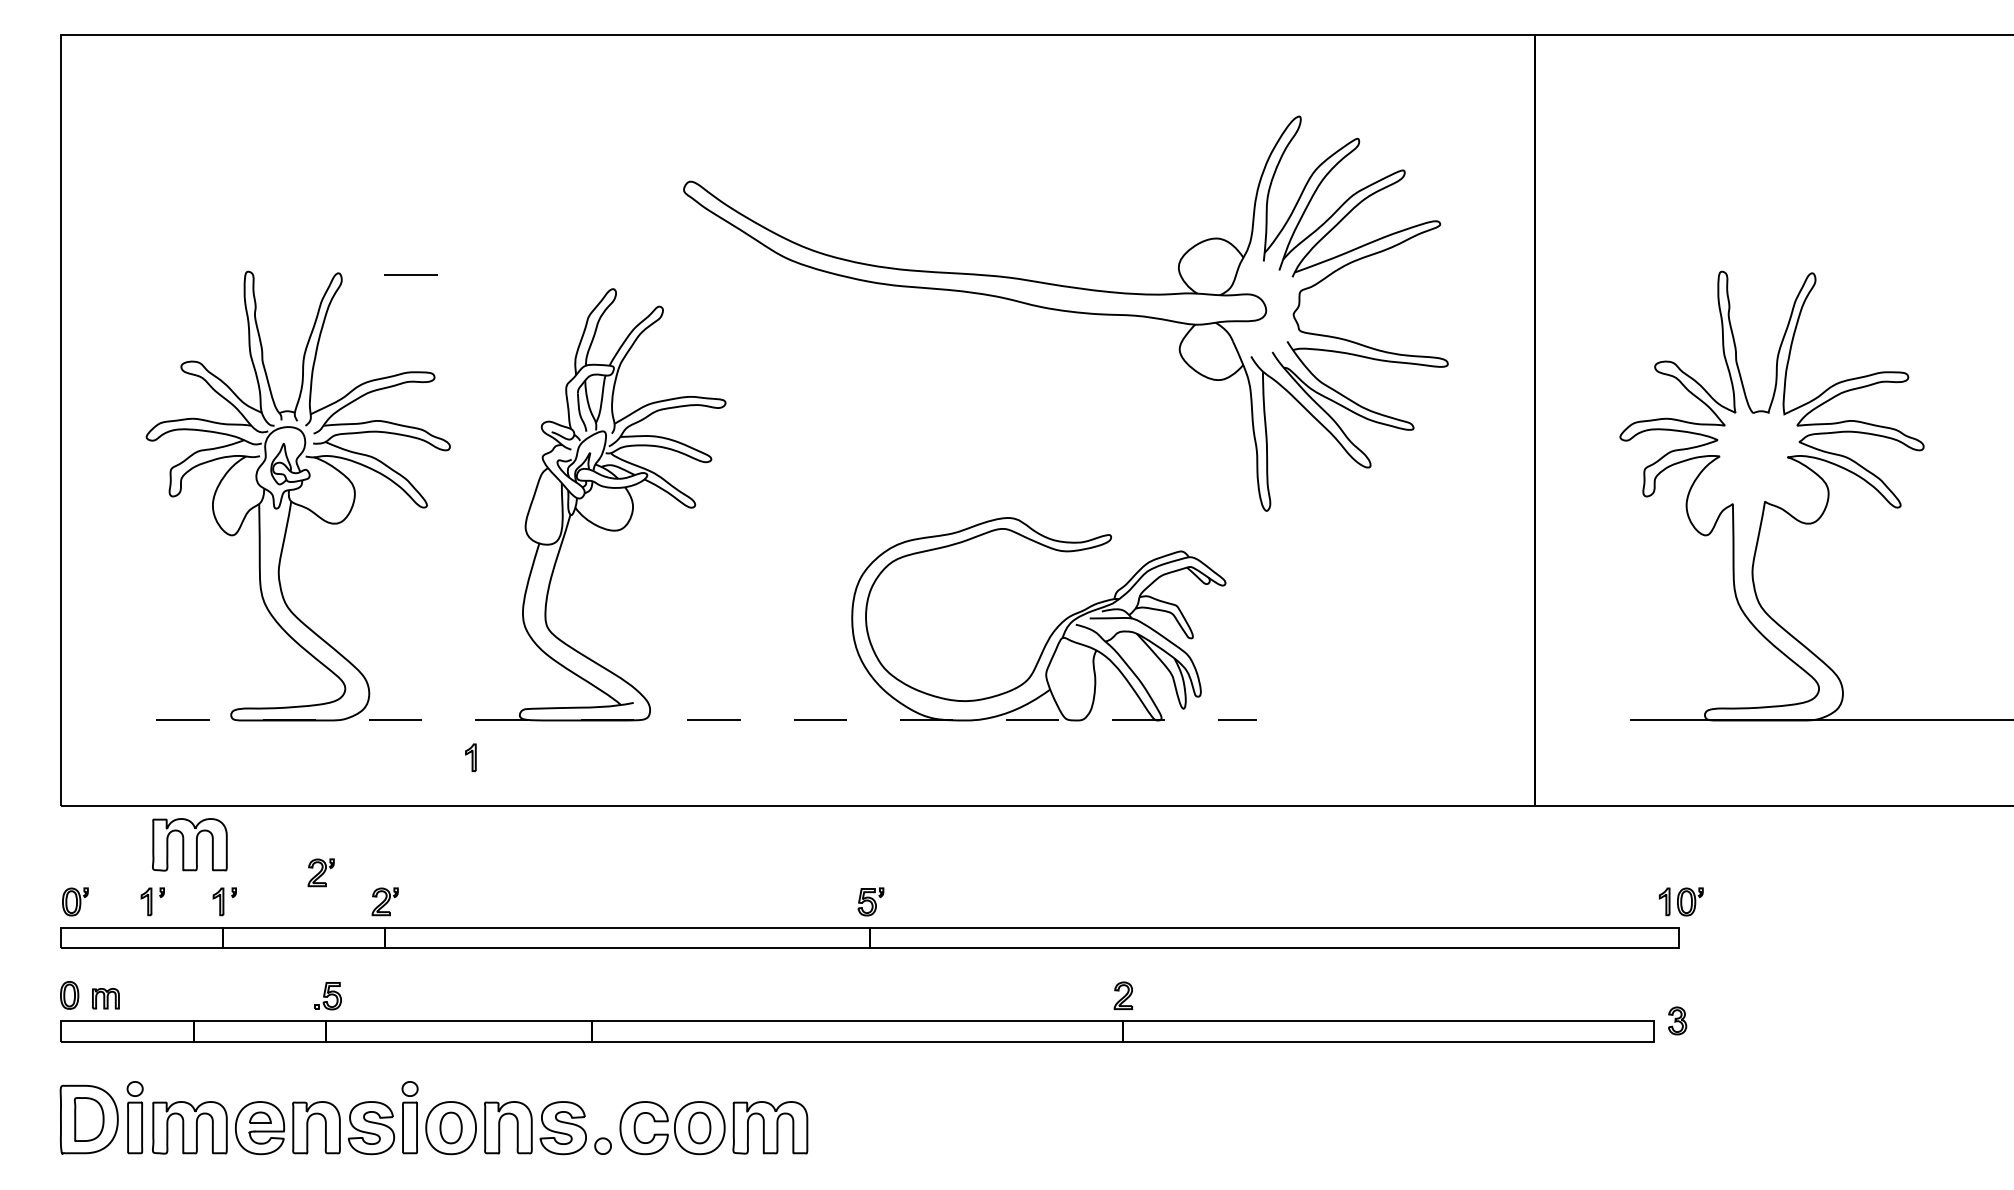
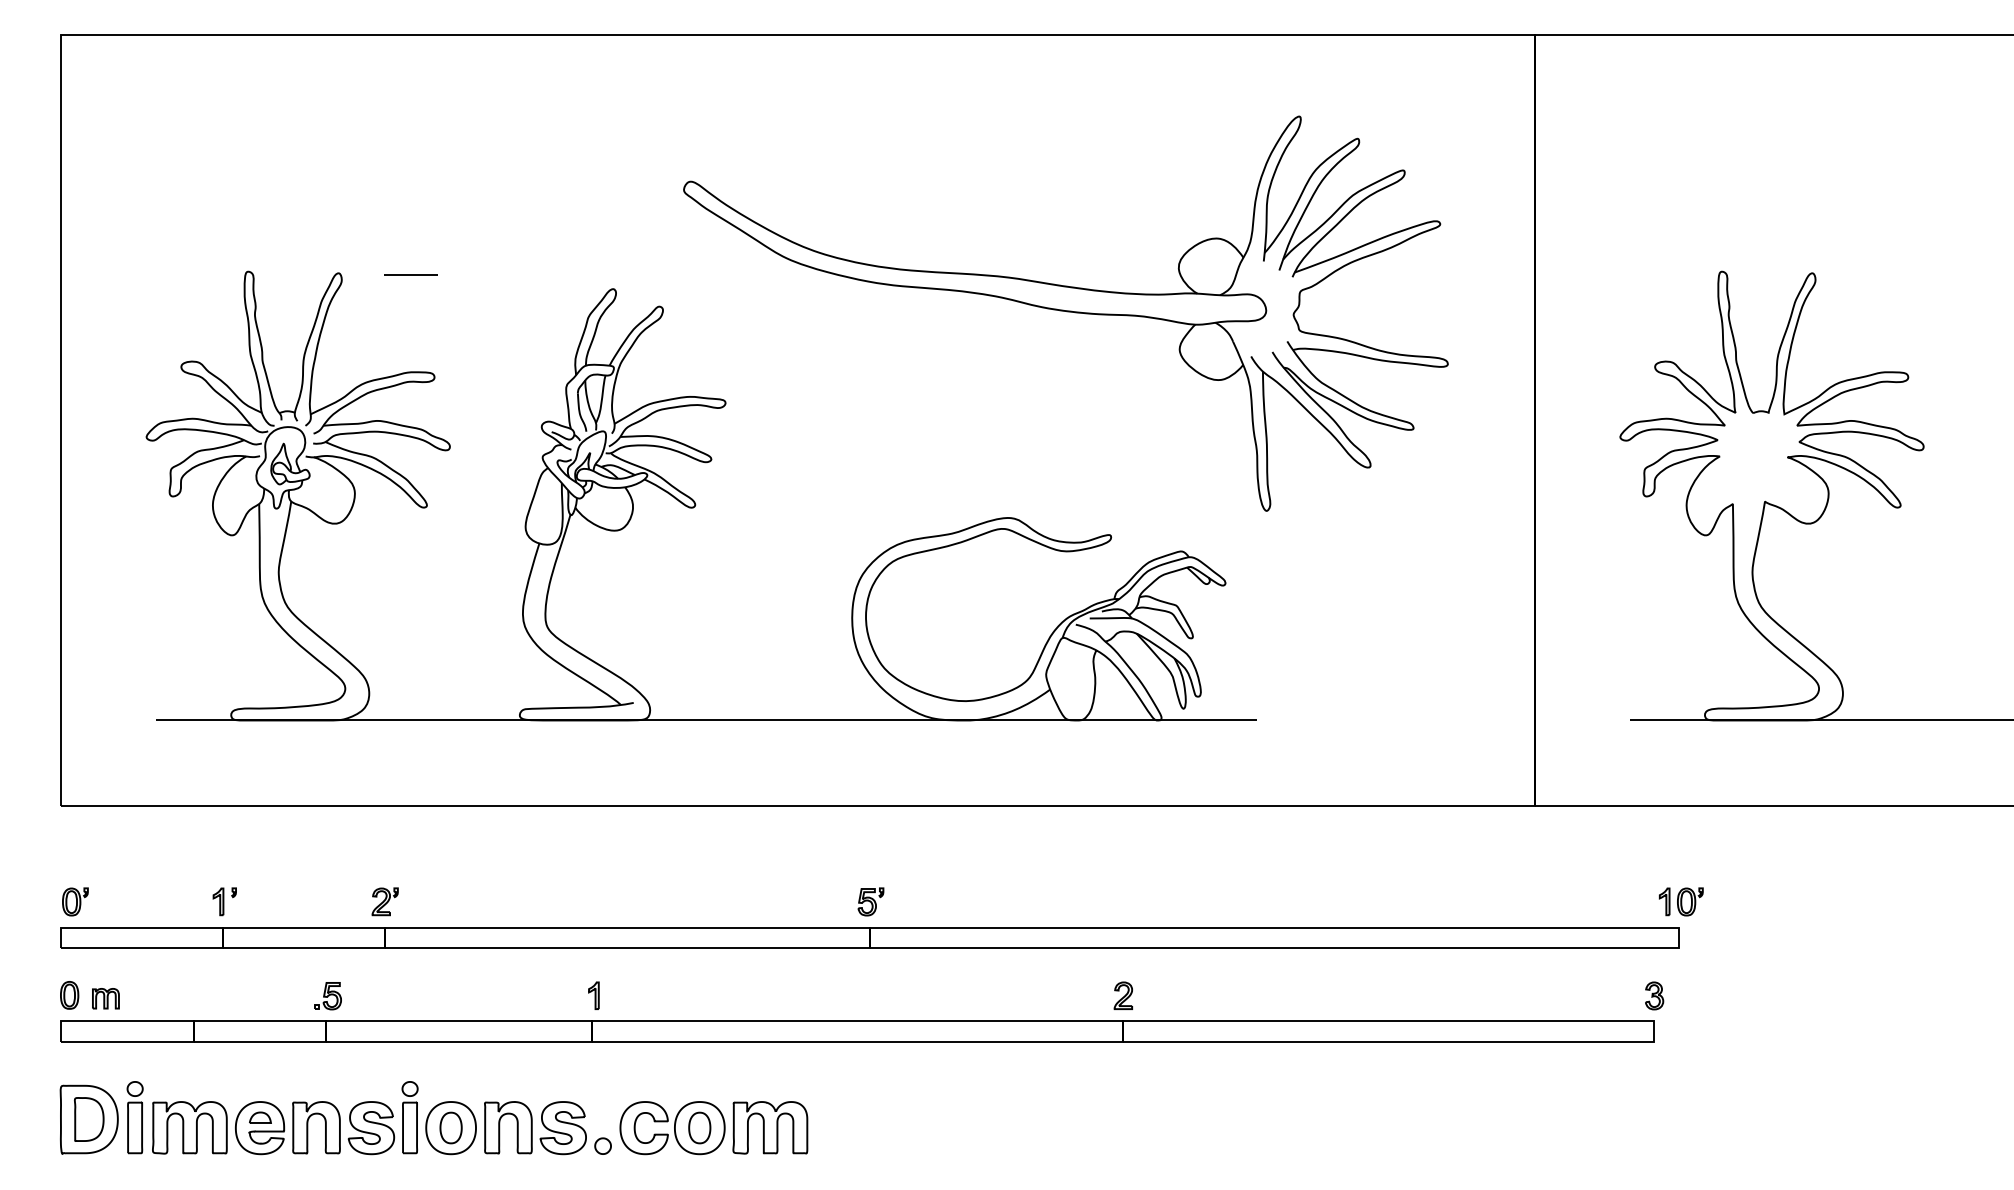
line at (707, 720): dashed -> solid
part at (470, 757) position: (470, 757) -> (593, 995)
part at (189, 844): present -> none
part at (320, 872): present -> none
part at (152, 901): present -> none
part at (1677, 1020) position: (1677, 1020) -> (1654, 995)
